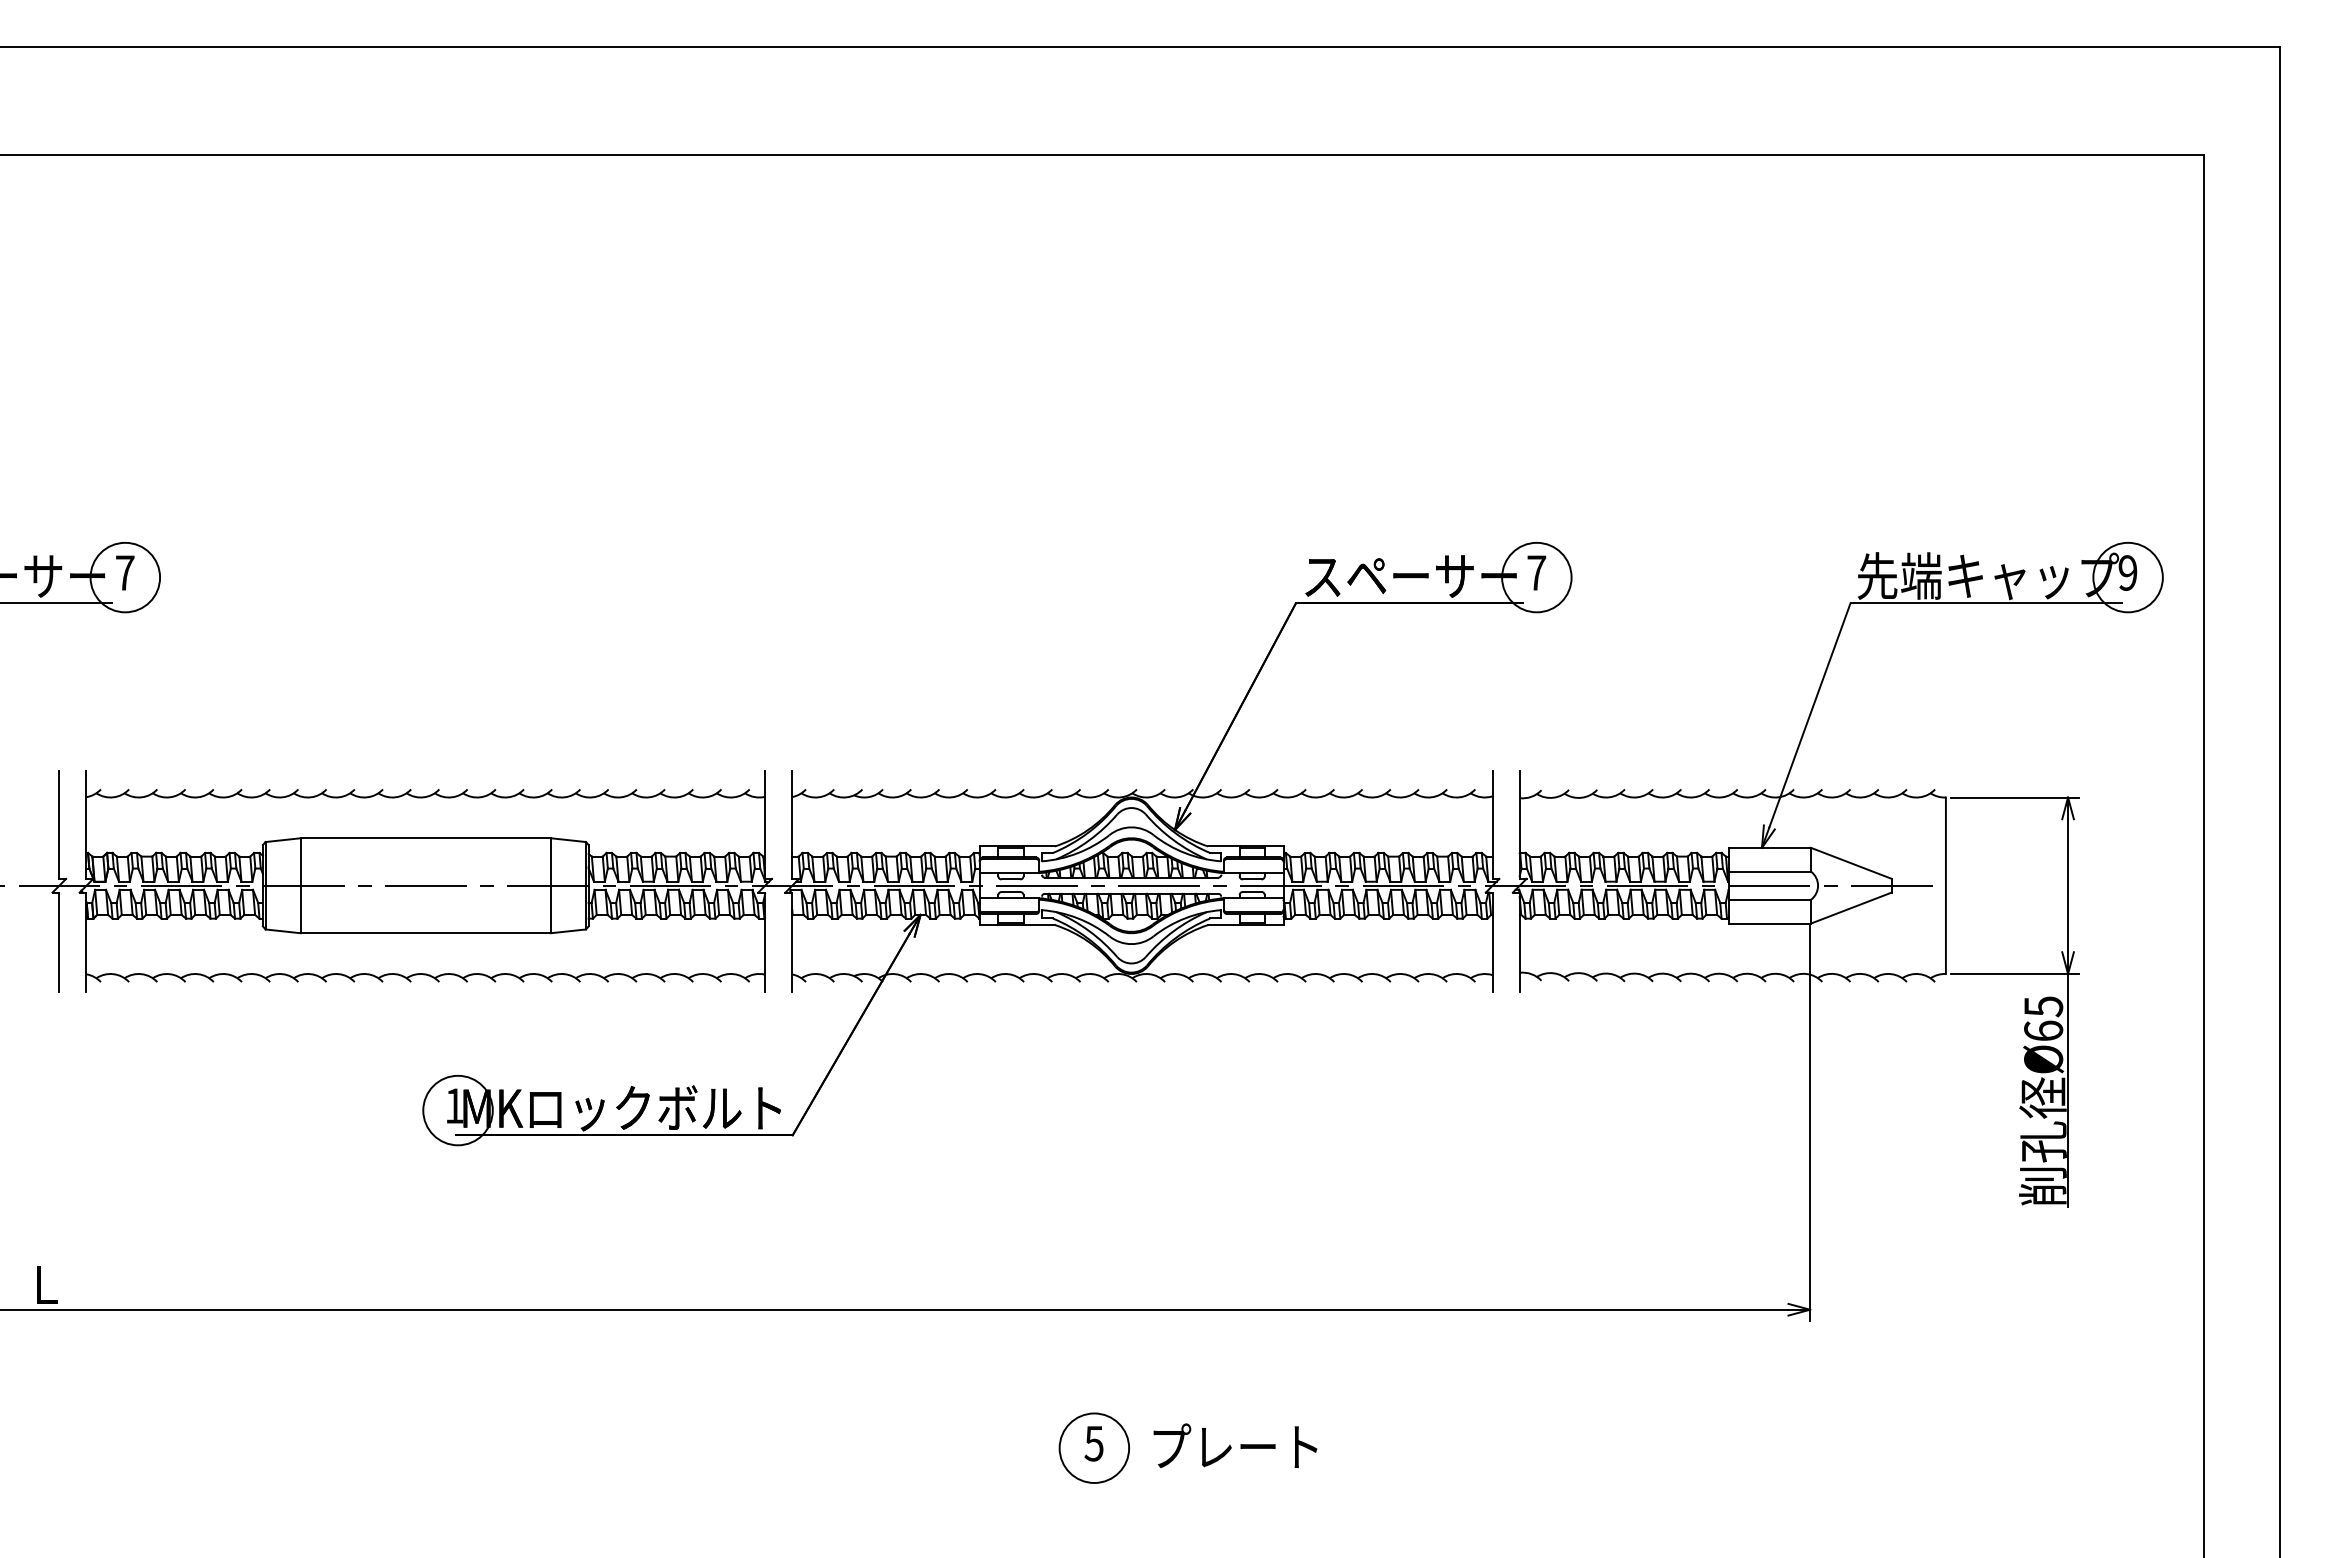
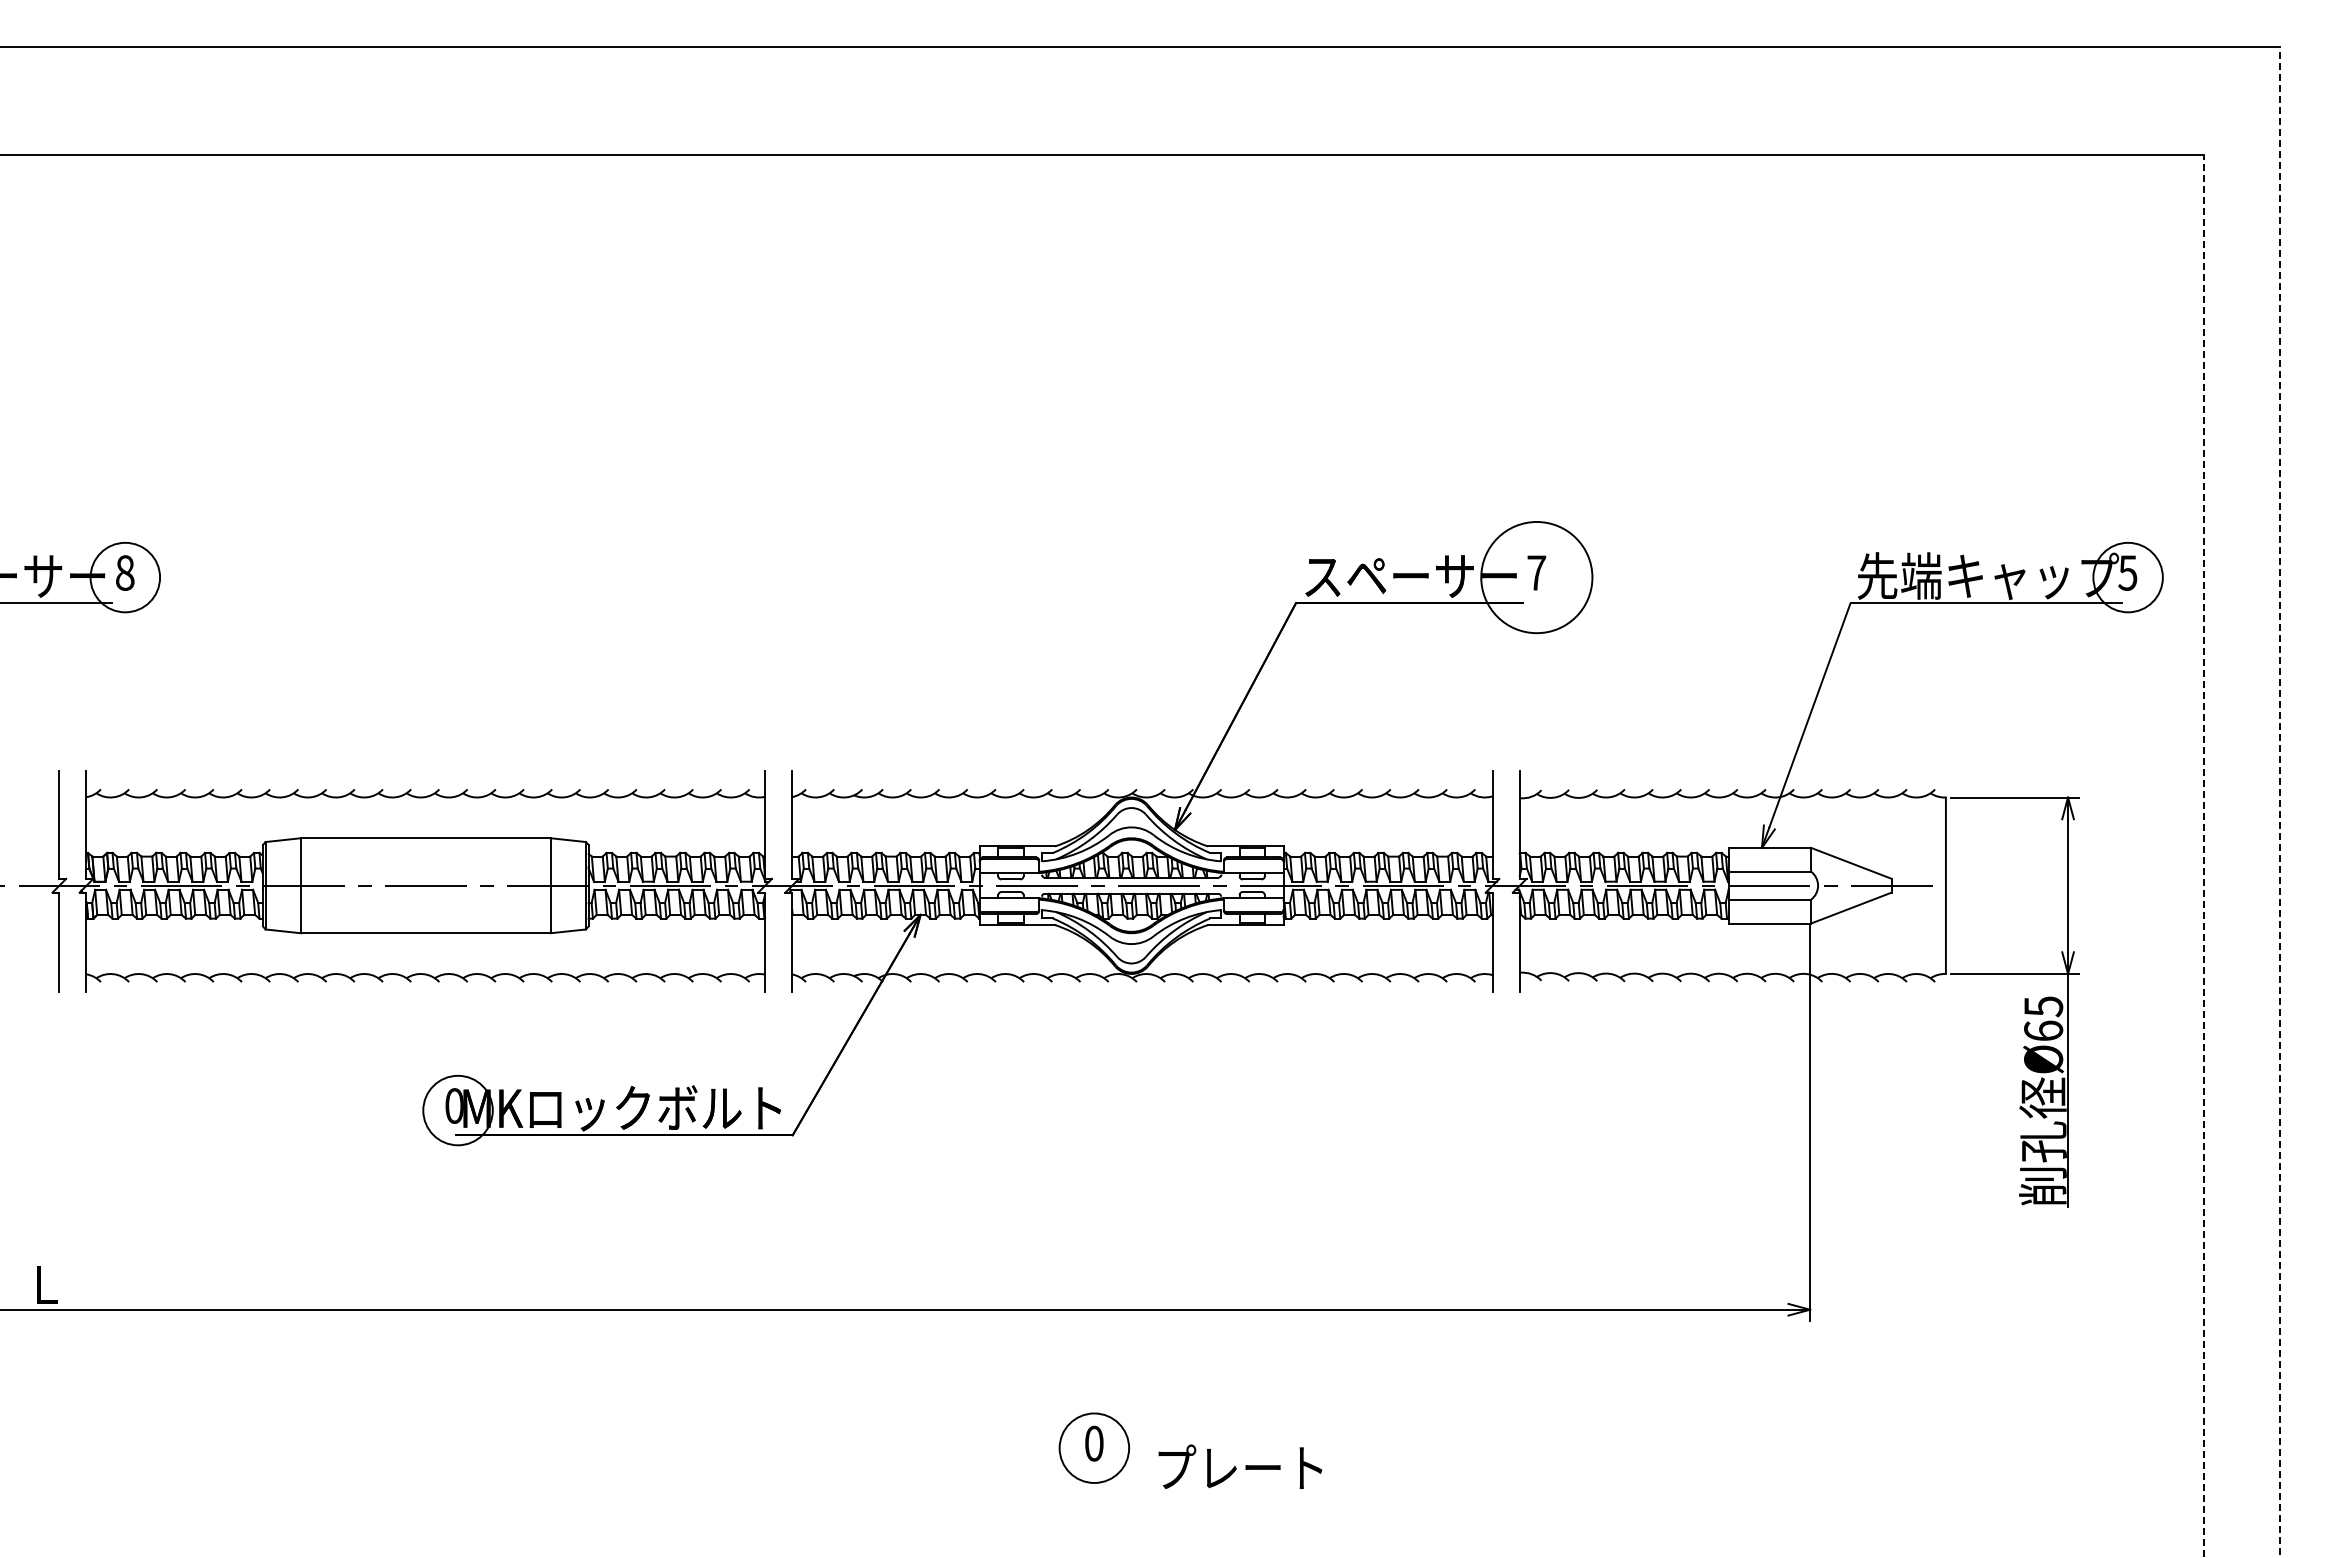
text at (125, 572): 7 -> 8
text at (2127, 572): 9 -> 5
circle at (1536, 577) diameter: 69 px -> 111 px
line at (2279, 801): solid -> dashed
line at (2203, 856): solid -> dashed
text at (454, 1105): 1 -> 0
text at (1093, 1443): 5 -> 0
text at (1235, 1445) position: (1235, 1445) -> (1240, 1466)
